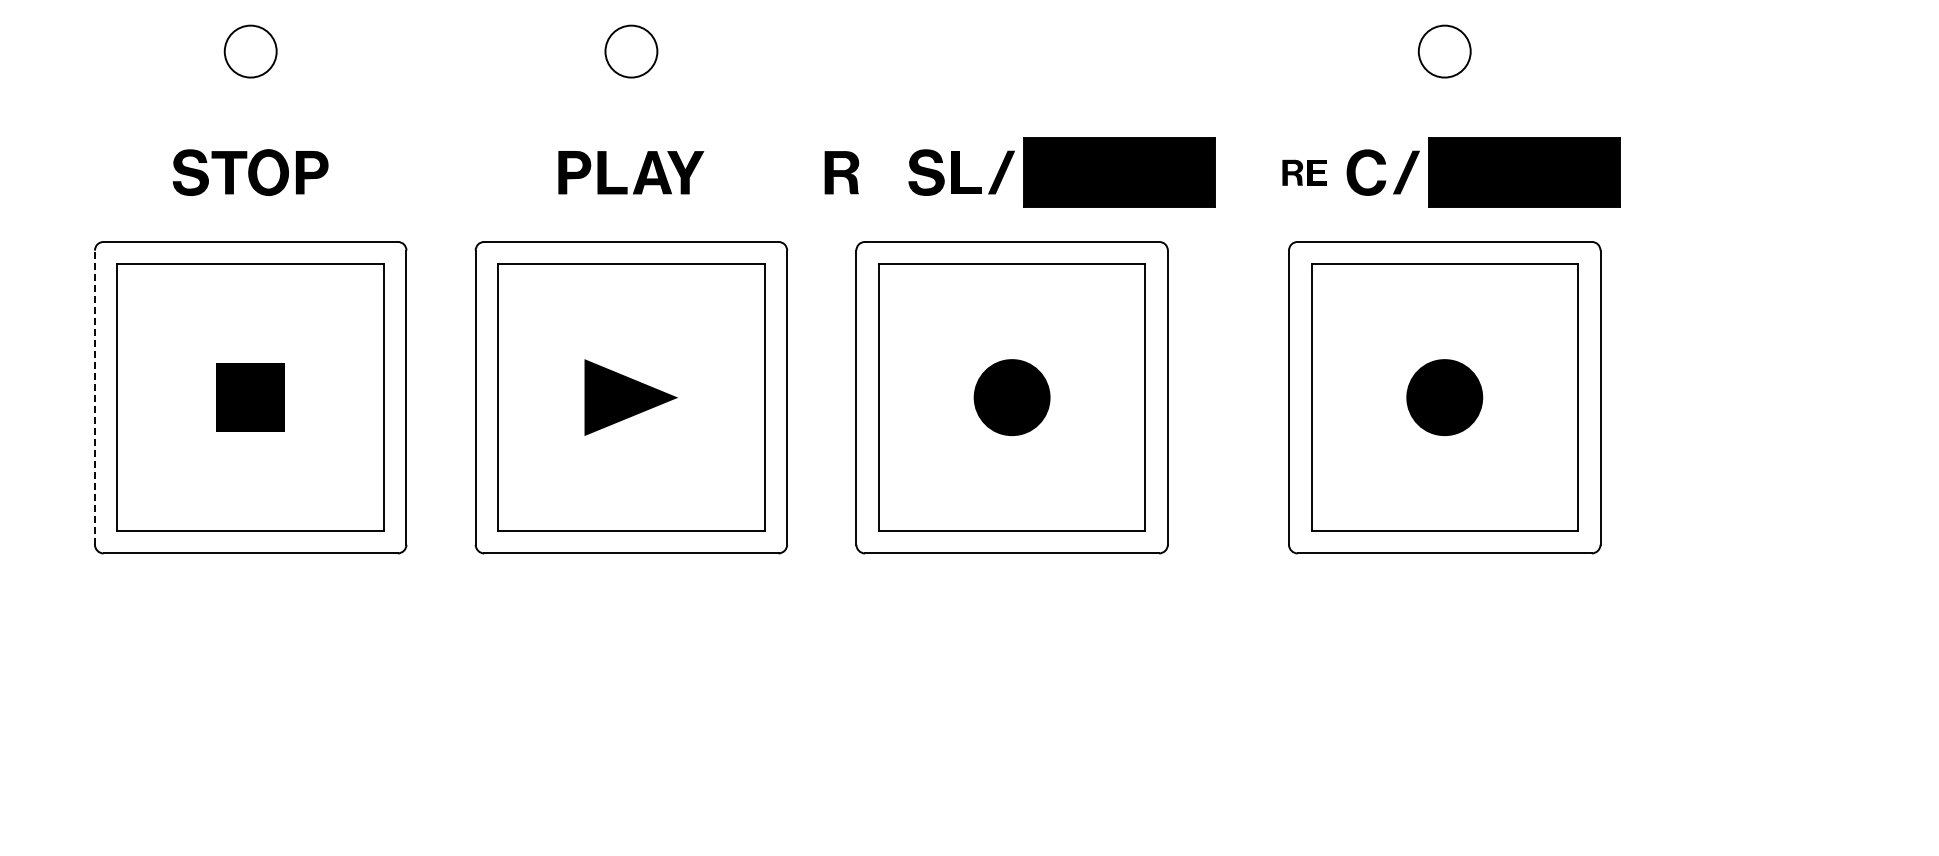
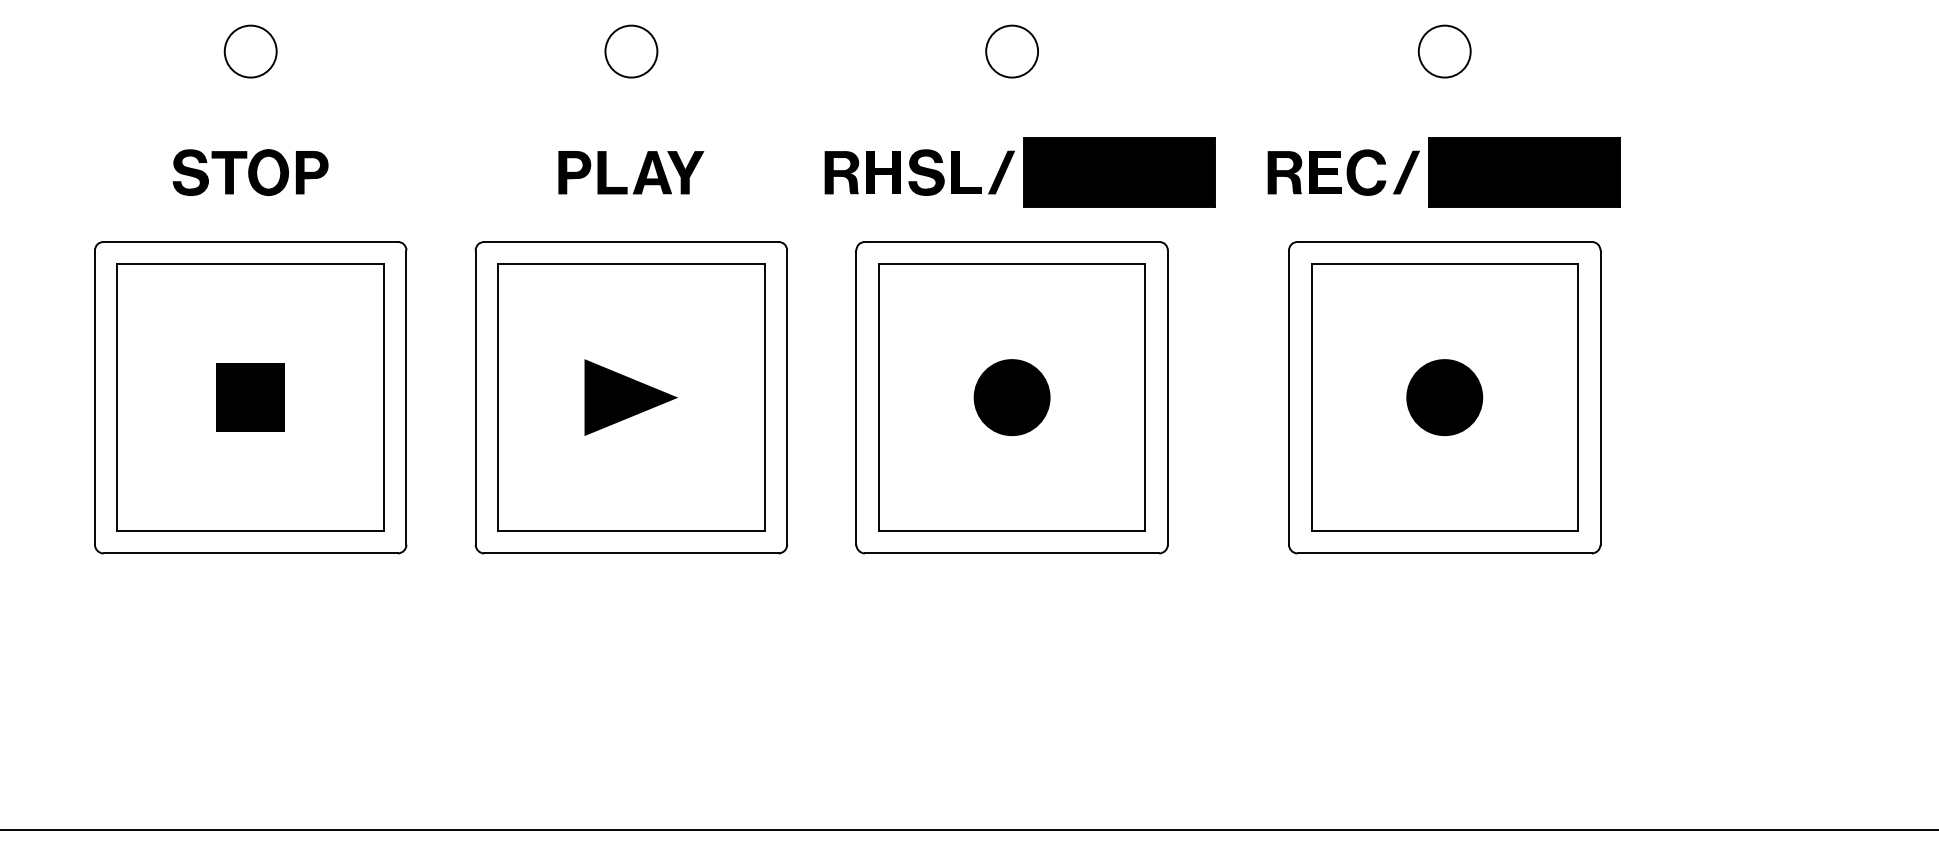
part at (1011, 51): none -> present
fill at (883, 172): none -> present
part at (1304, 172) size: 45x27 px -> 75x44 px
line at (94, 397): dashed -> solid
line at (968, 830): none -> present
